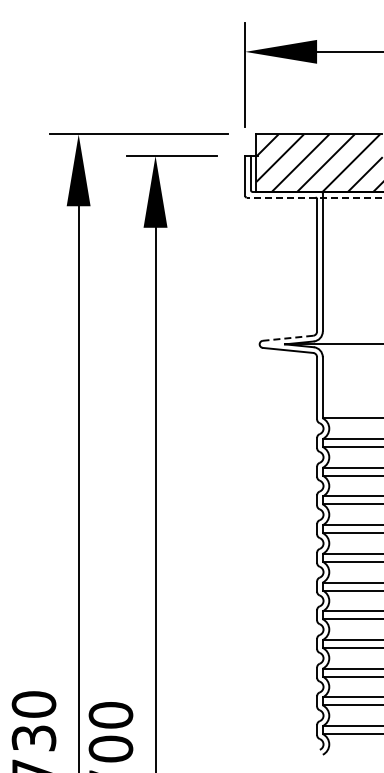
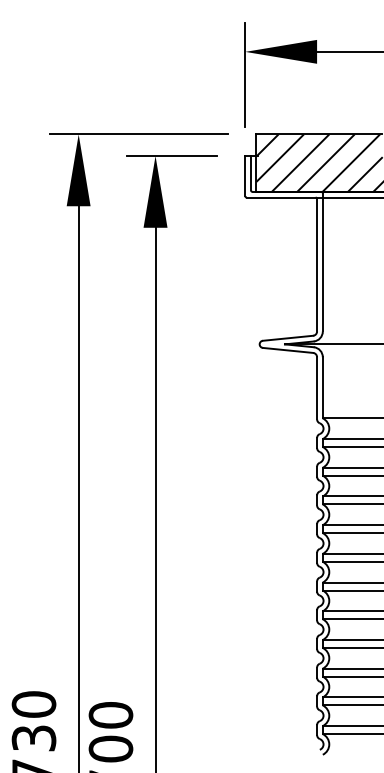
line at (314, 197): dashed -> solid
line at (287, 338): dashed -> solid
